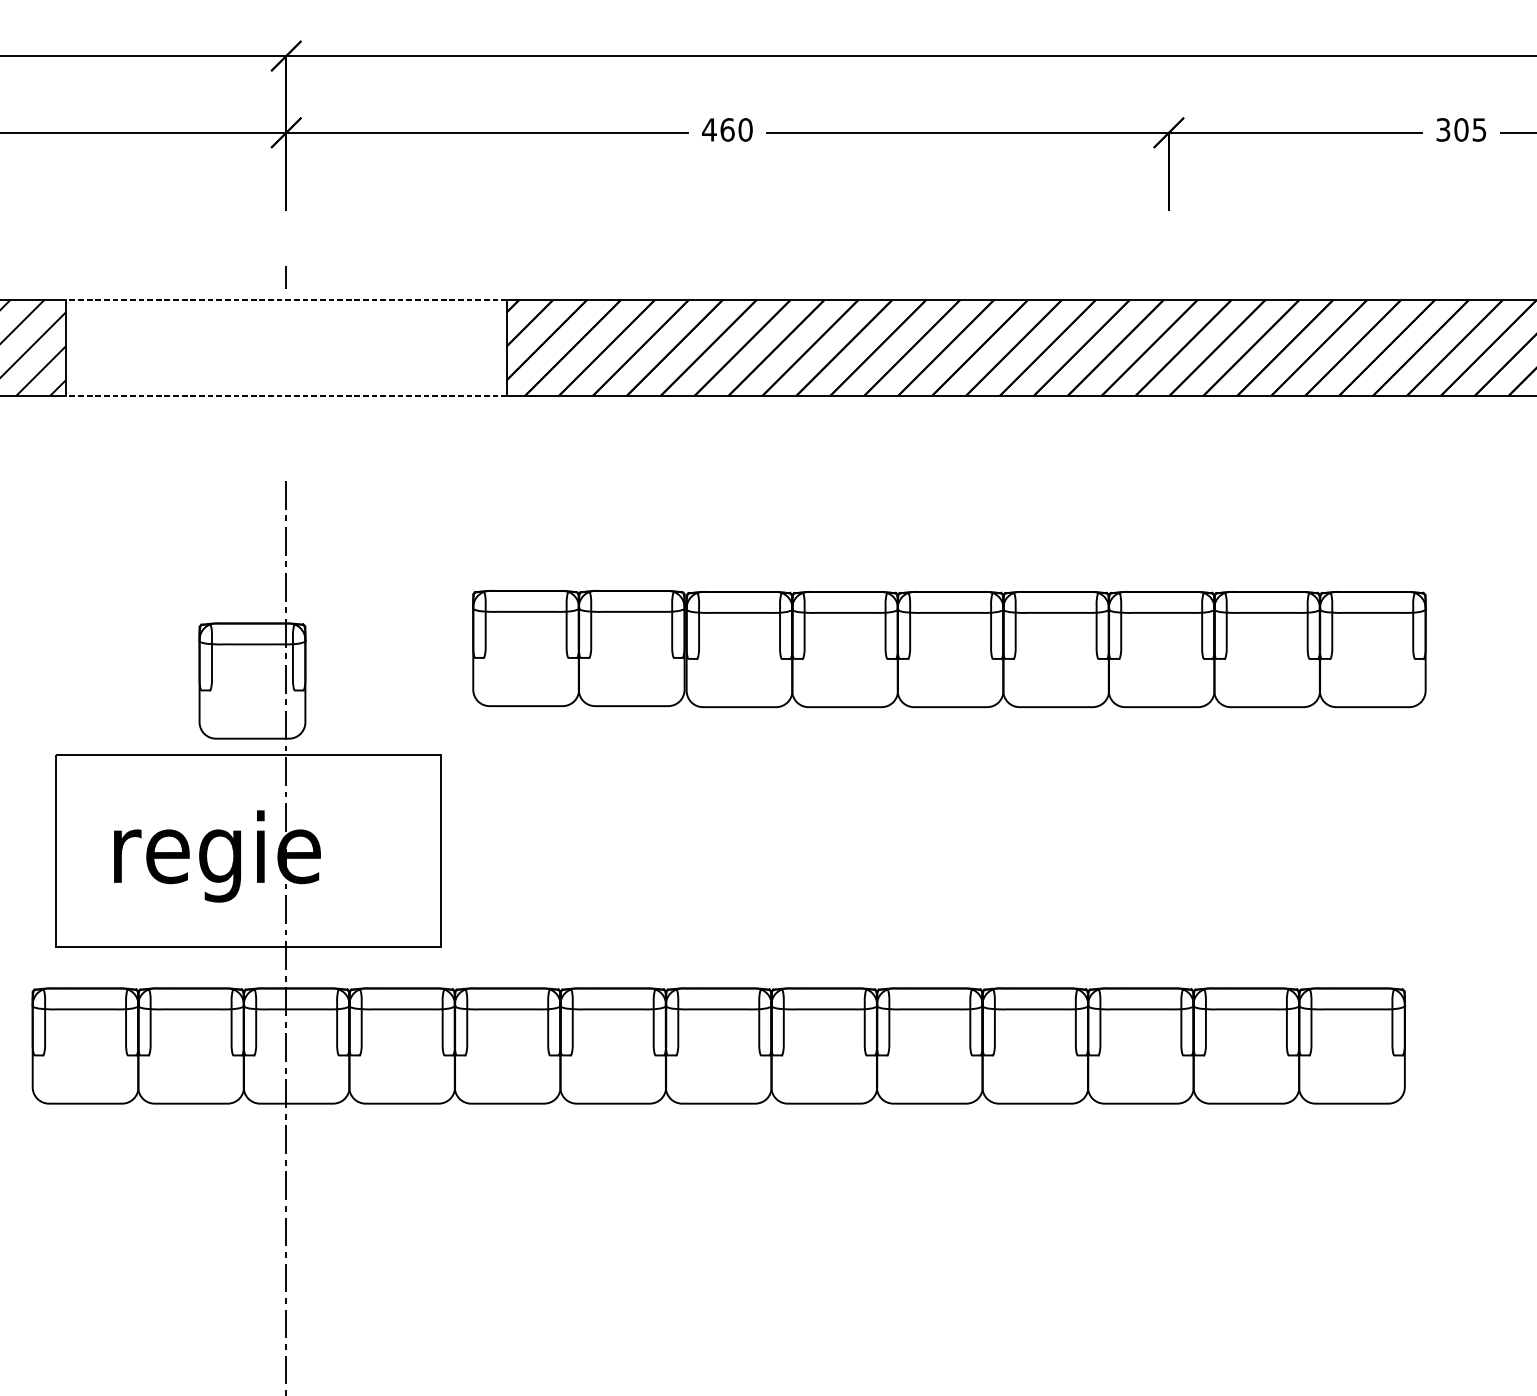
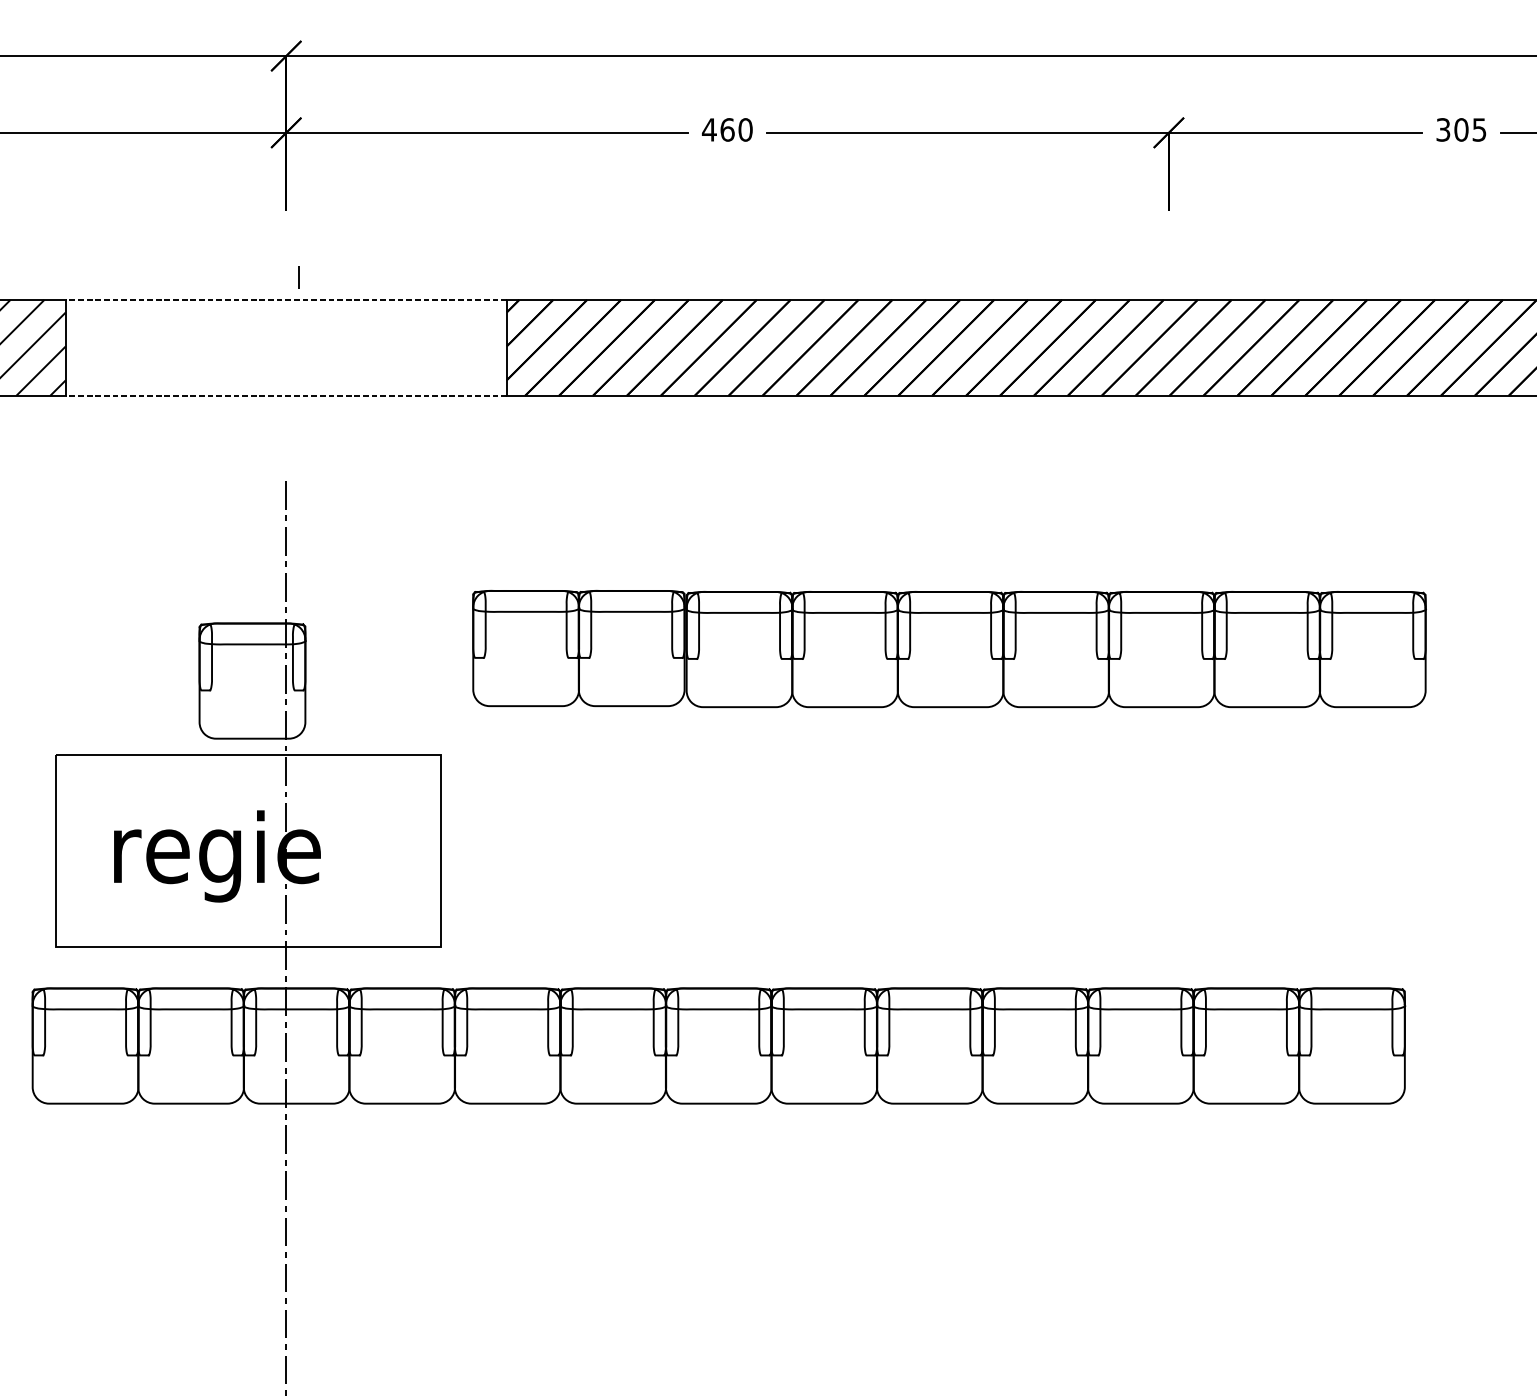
line at (285, 277) position: (285, 277) -> (298, 277)
